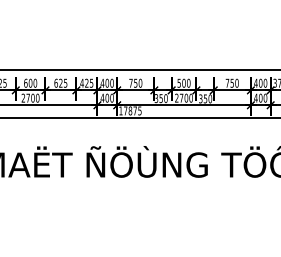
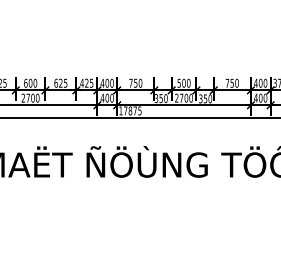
line at (139, 69): present -> none
